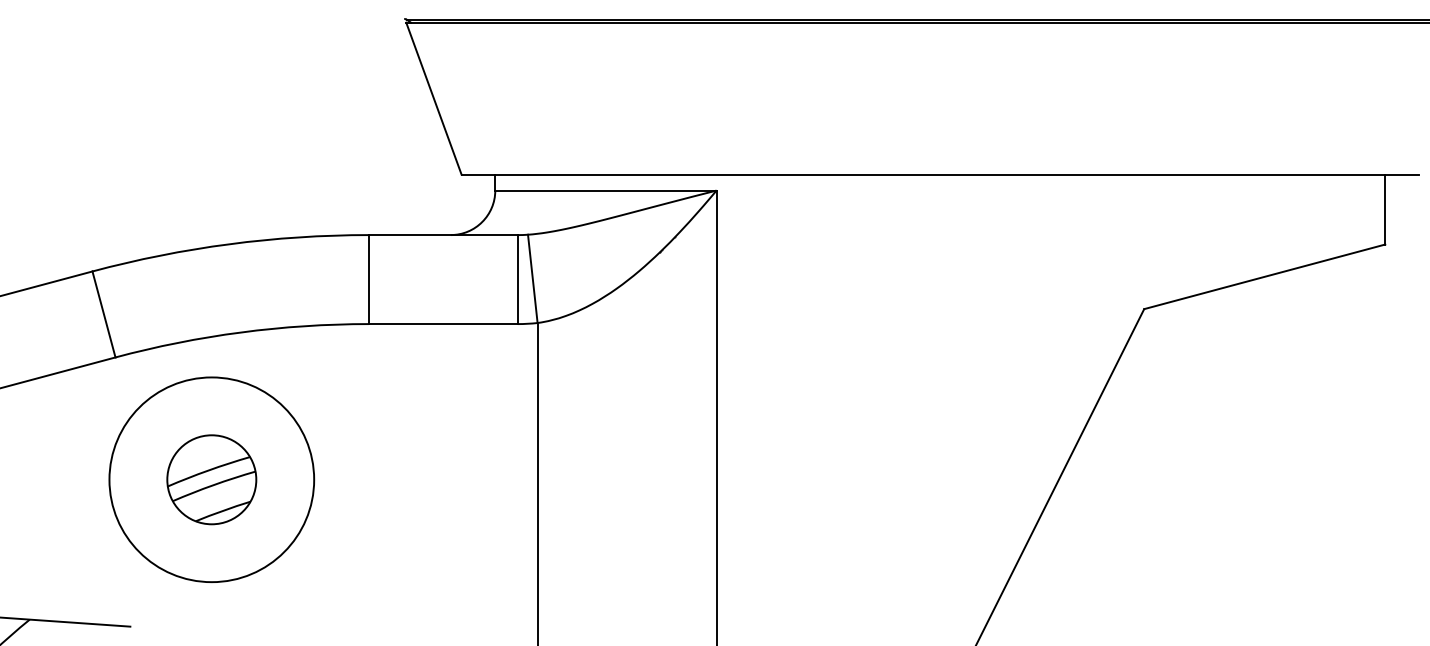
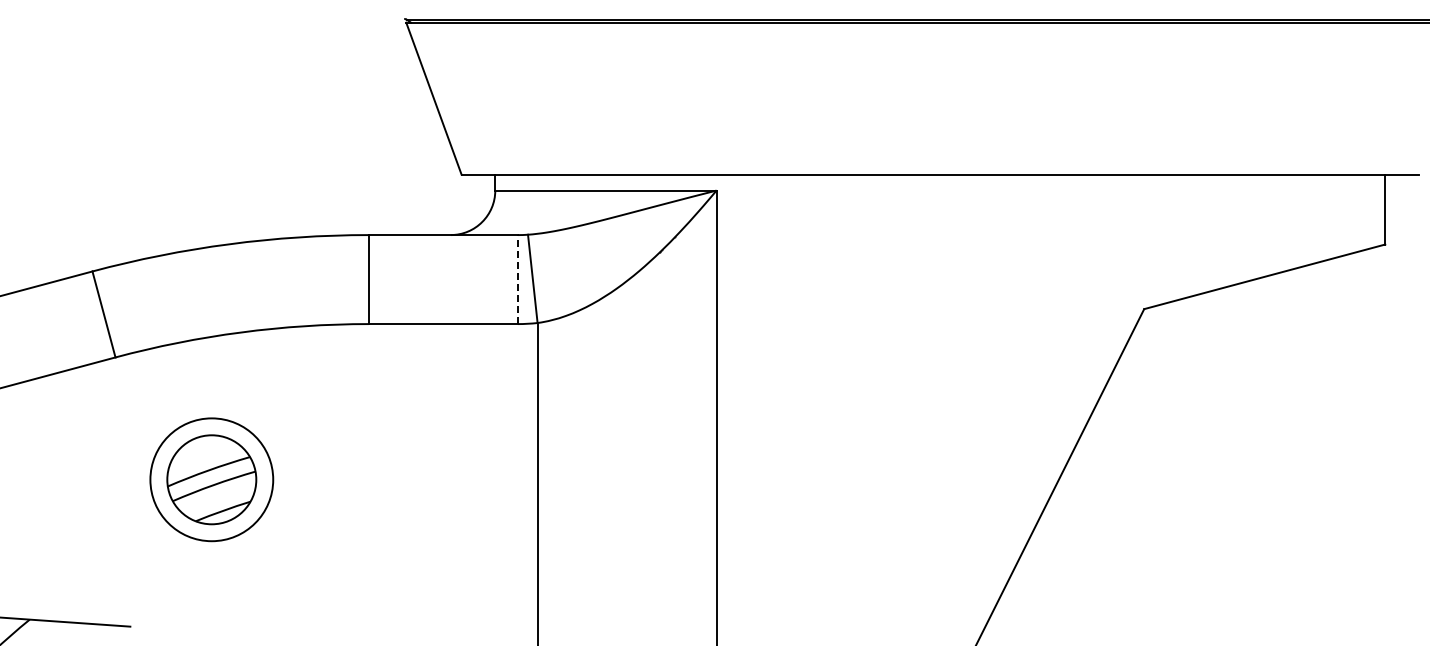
line at (517, 279): solid -> dashed
circle at (211, 479) diameter: 205 px -> 123 px
